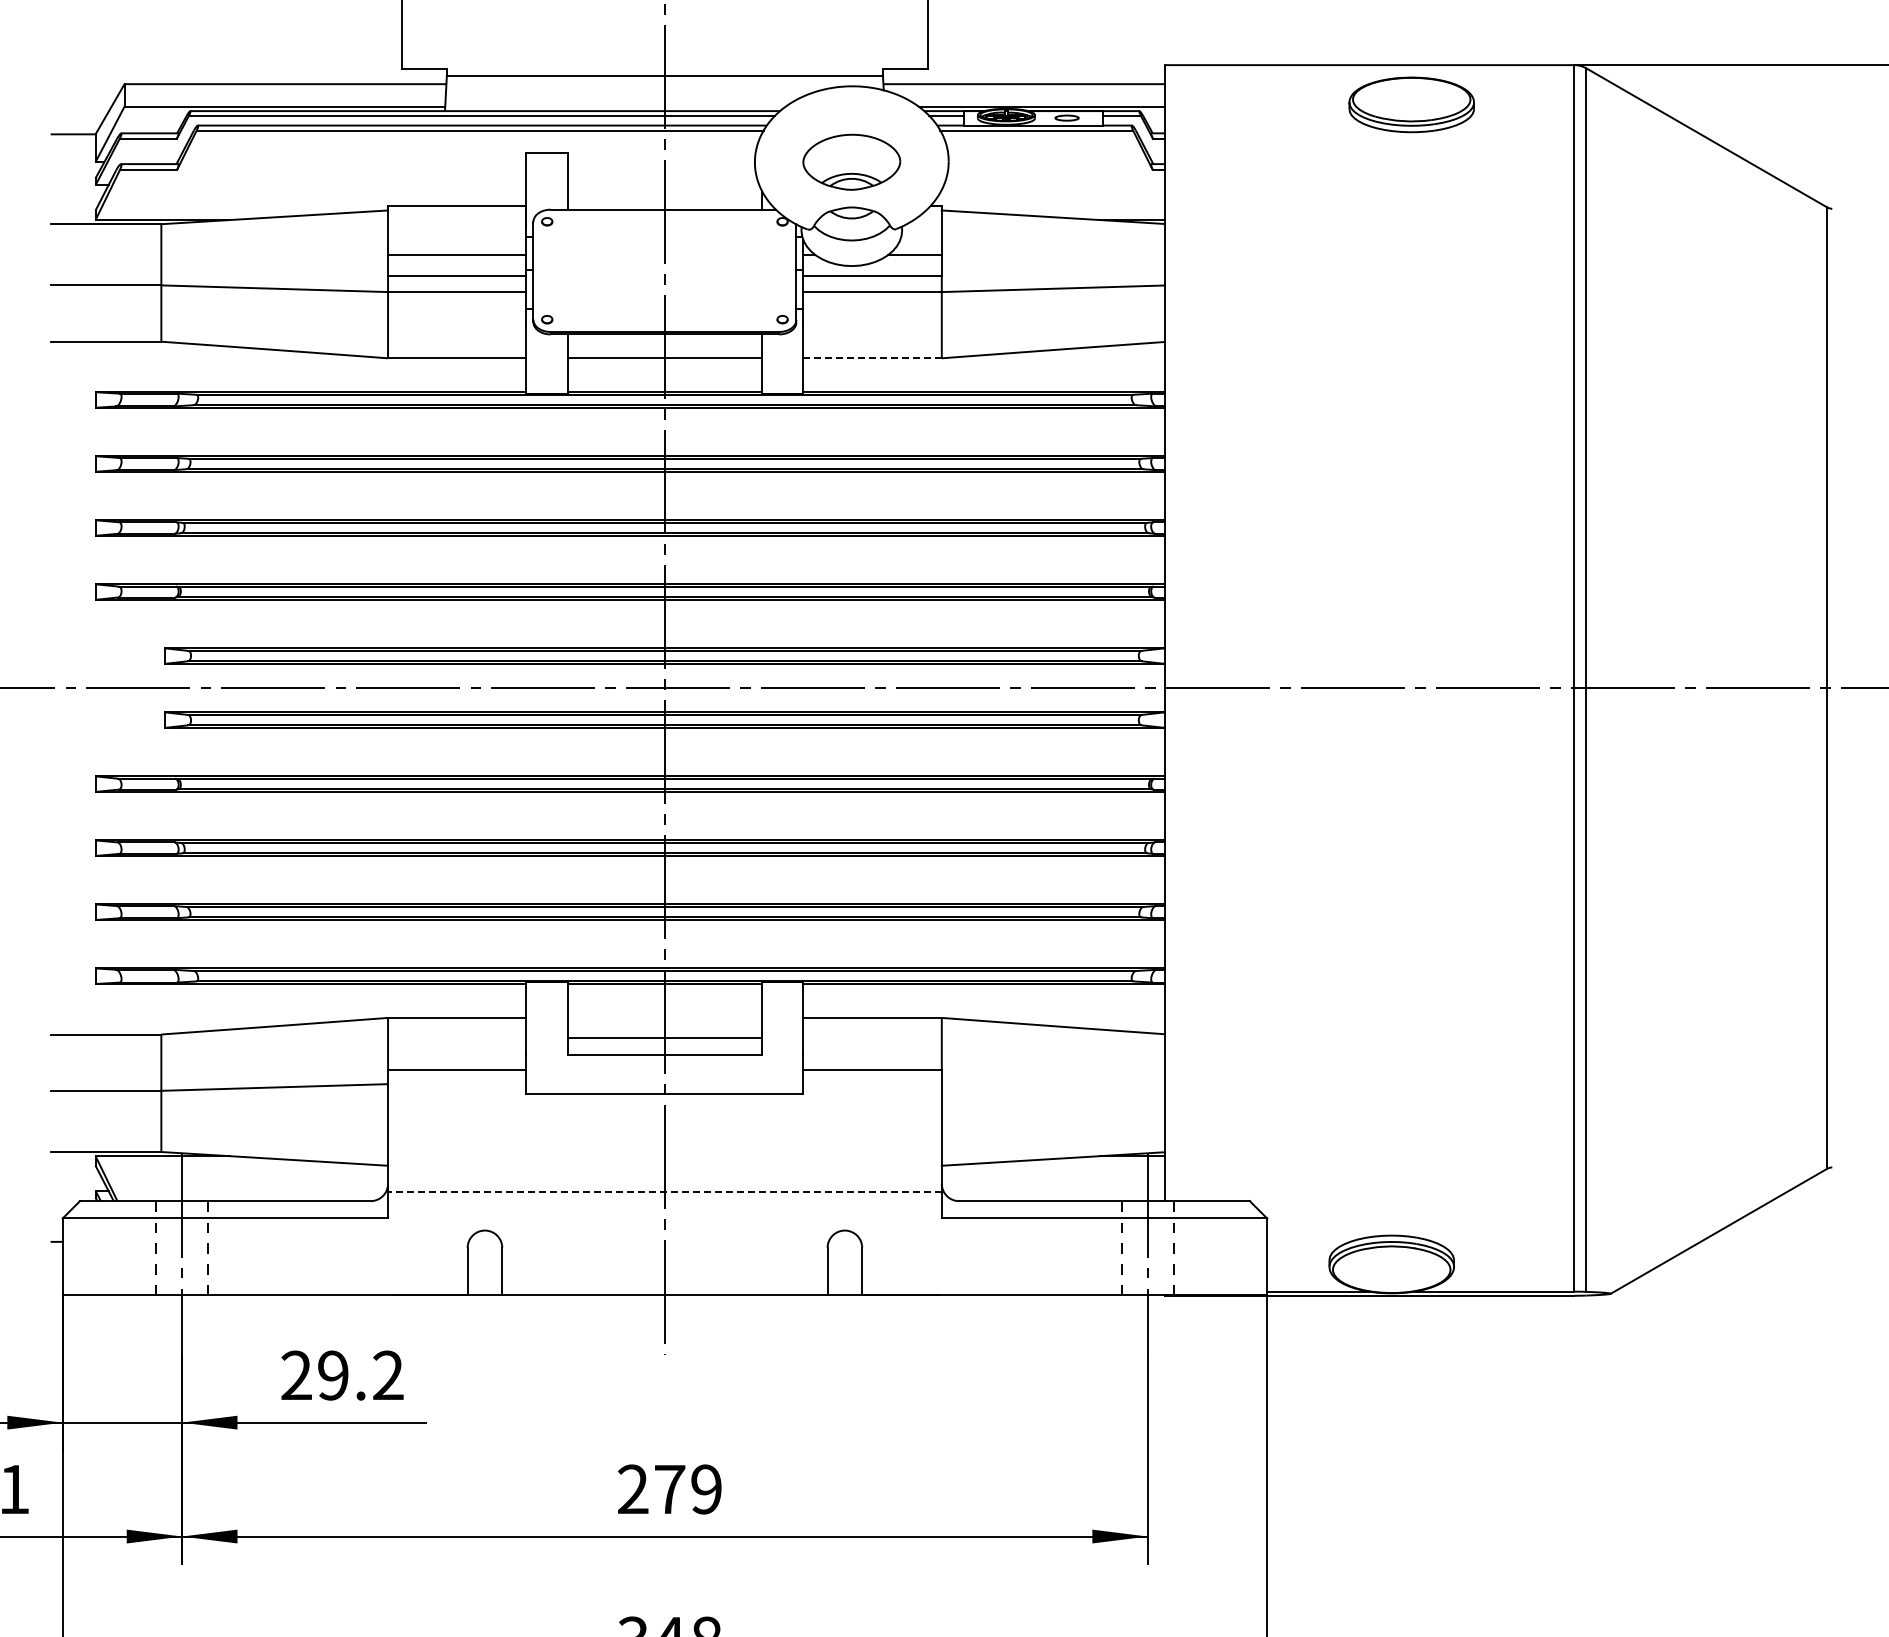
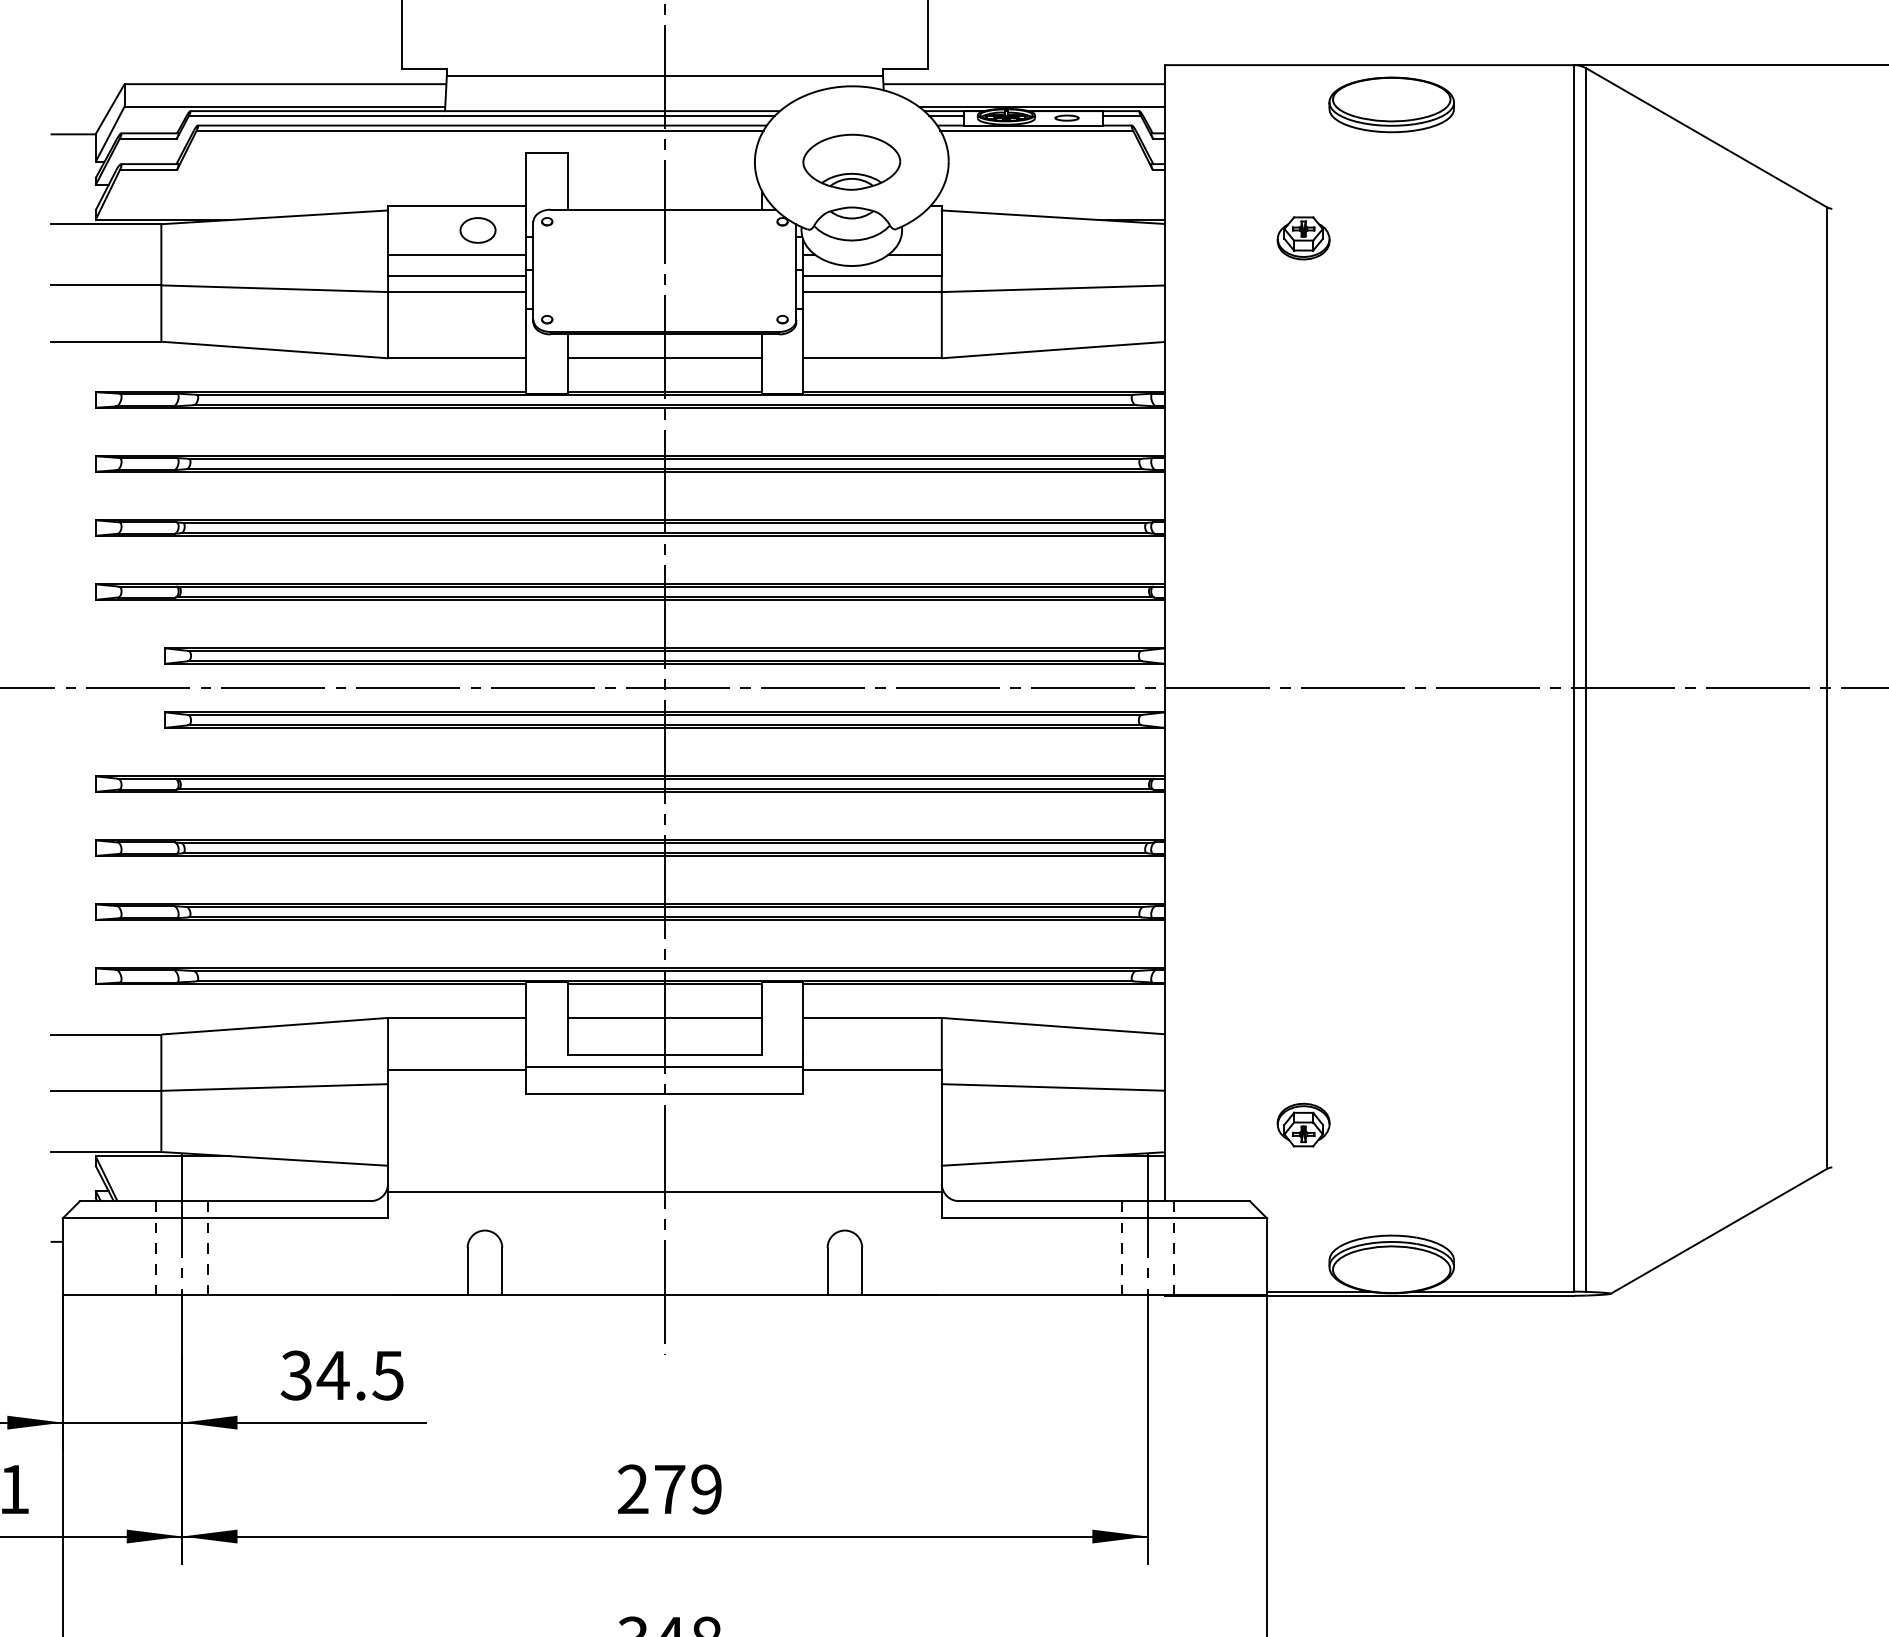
part at (1411, 104) position: (1411, 104) -> (1391, 104)
part at (477, 230): none -> present
part at (1303, 238): none -> present
line at (872, 358): dashed -> solid
line at (664, 1037) position: (664, 1037) -> (664, 1017)
line at (664, 1066): none -> present
line at (1053, 1087): none -> present
part at (1303, 1124): none -> present
line at (664, 1192): dashed -> solid
text at (341, 1375): 29.2 -> 34.5
